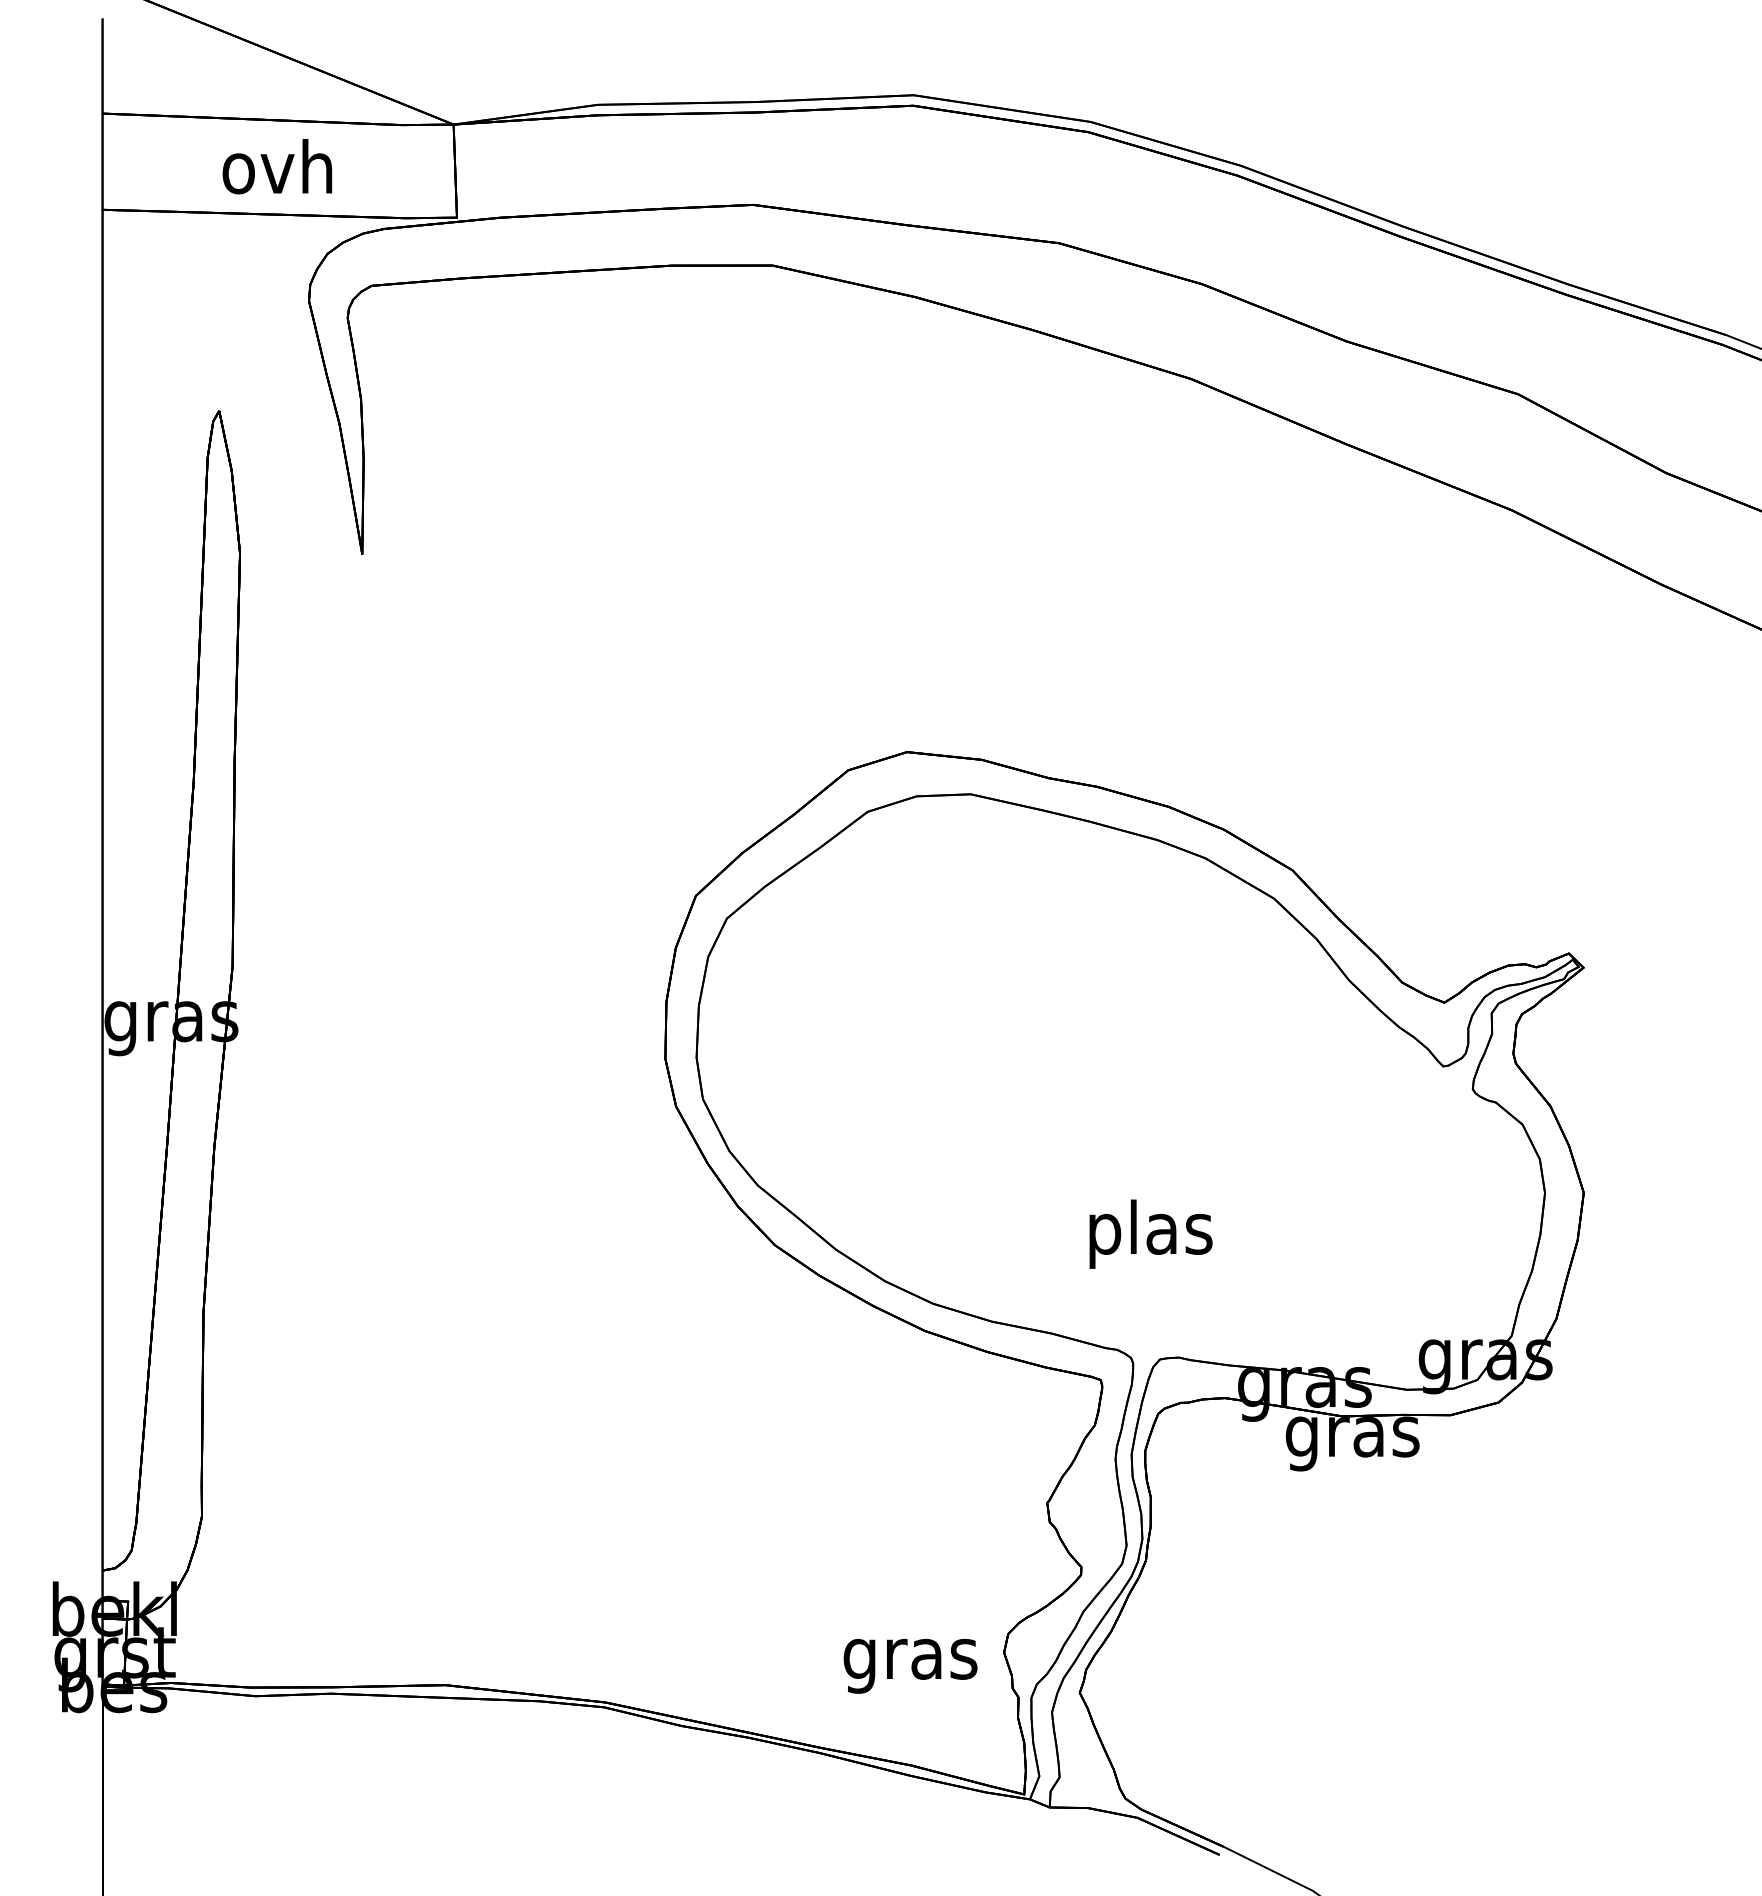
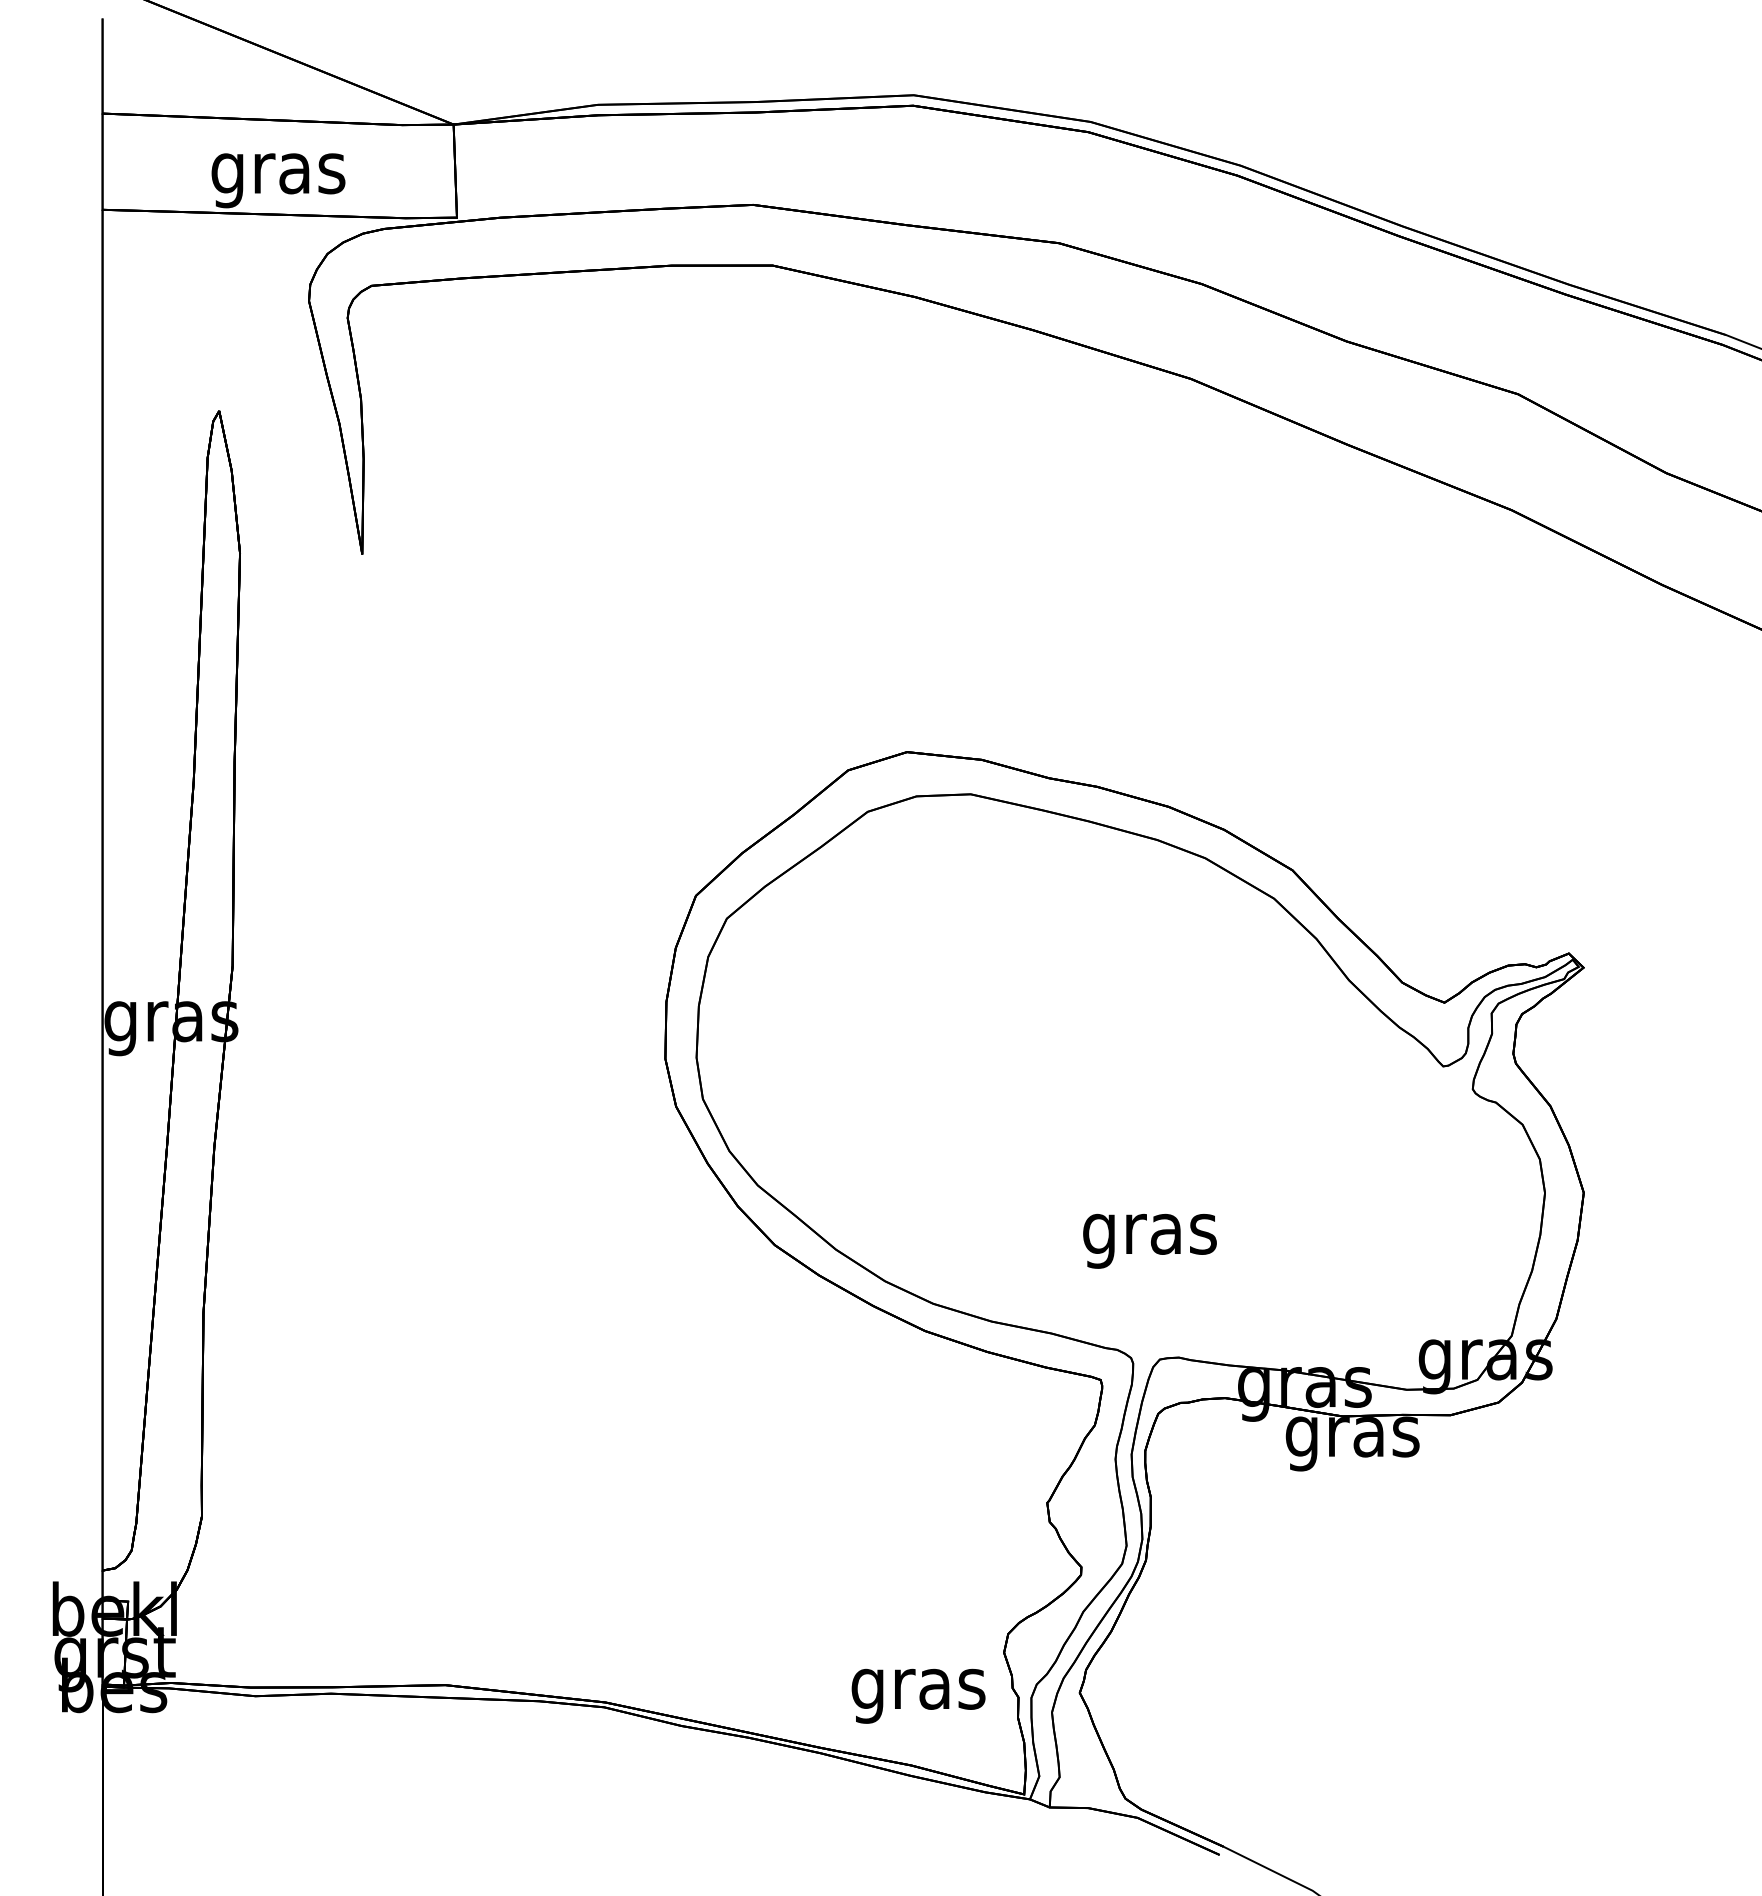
text at (278, 173): ovh -> gras
text at (1149, 1233): plas -> gras
text at (910, 1665) position: (910, 1665) -> (918, 1695)
